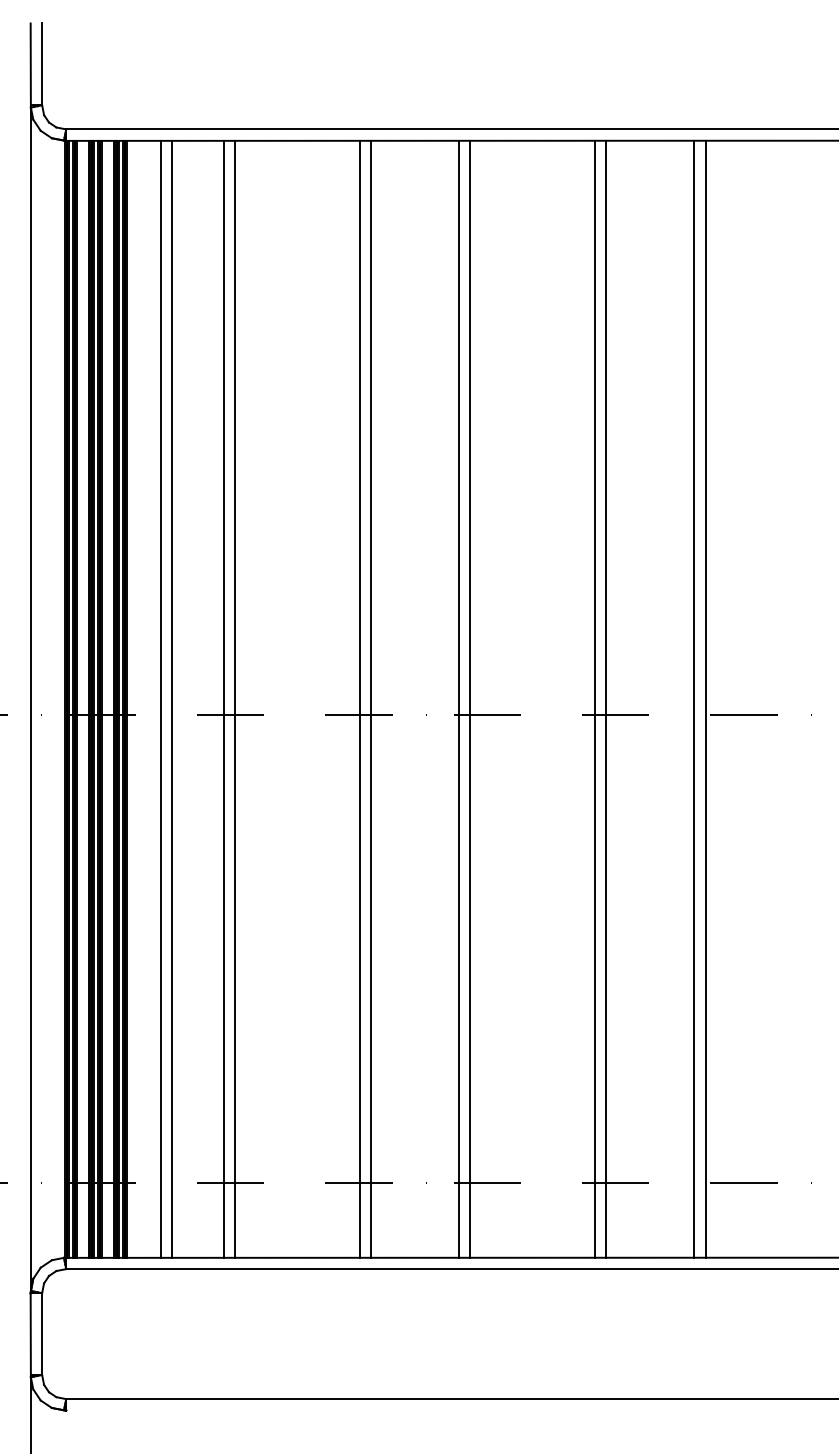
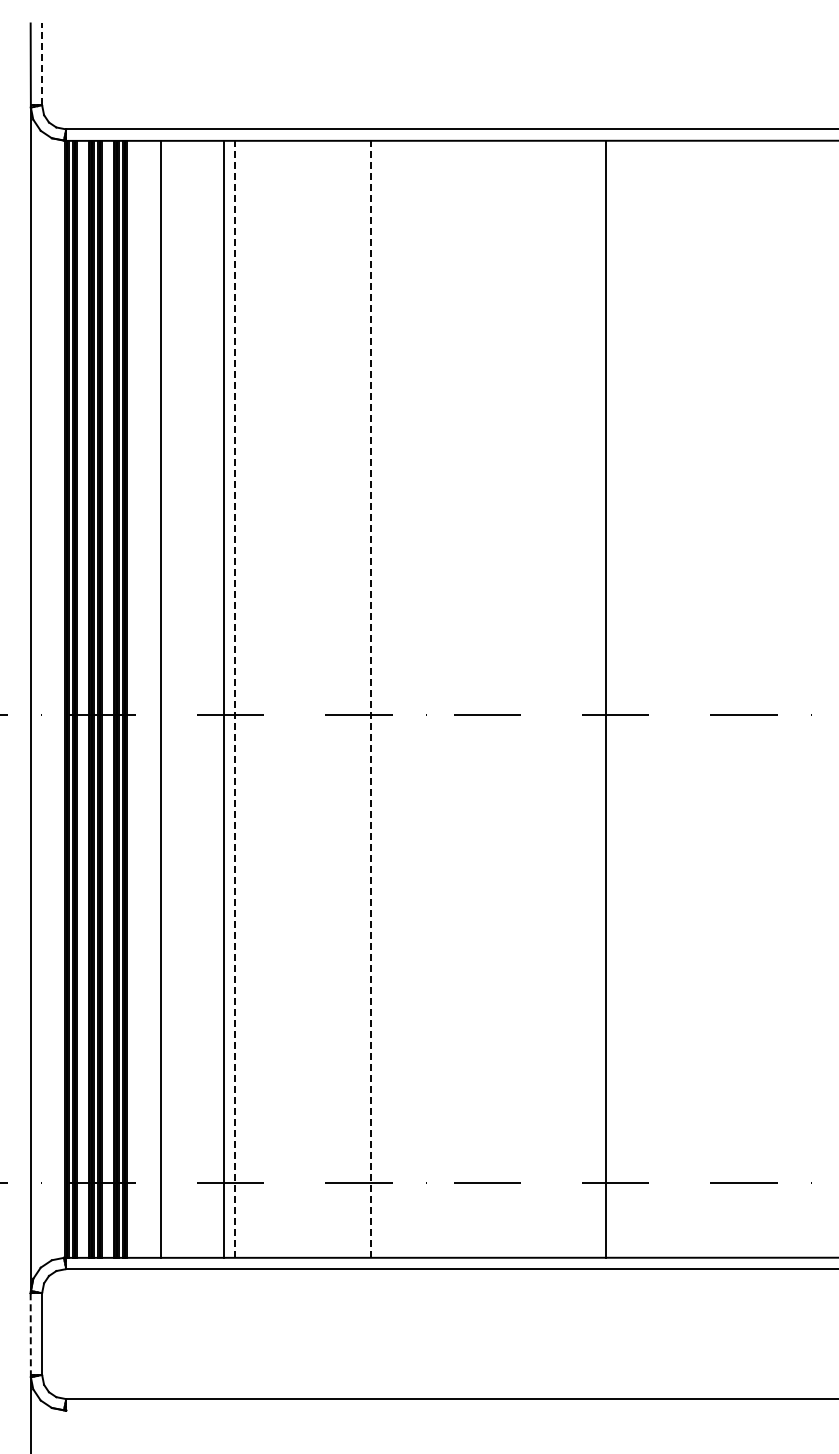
line at (42, 64): solid -> dashed
line at (172, 698): present -> none
line at (235, 698): solid -> dashed
line at (359, 698): present -> none
line at (371, 698): solid -> dashed
line at (459, 698): present -> none
line at (470, 698): present -> none
line at (594, 698): present -> none
line at (694, 698): present -> none
line at (705, 698): present -> none
line at (30, 1334): solid -> dashed
